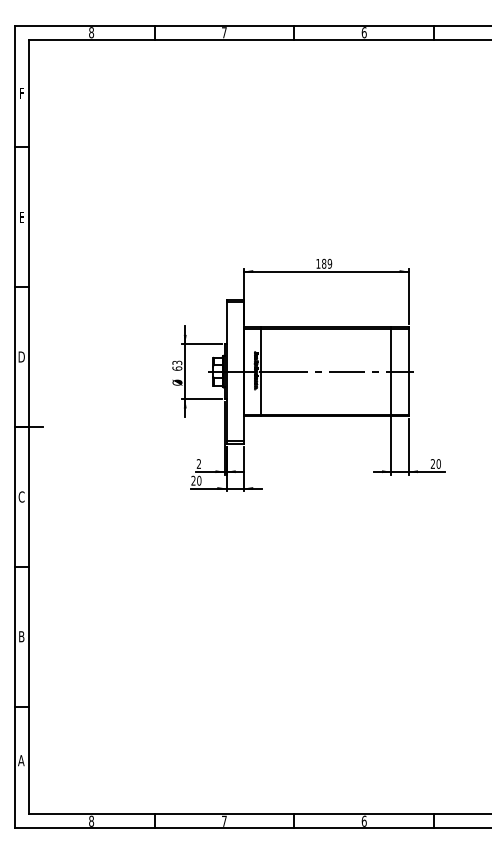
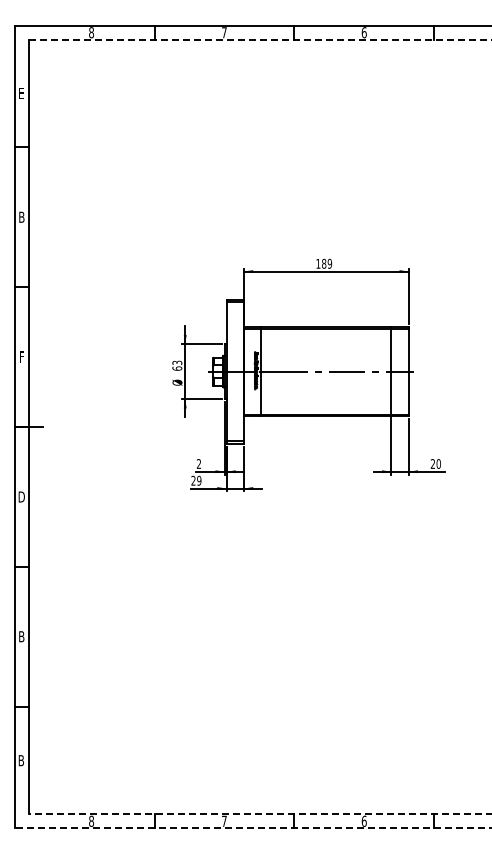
line at (260, 39): solid -> dashed
text at (21, 93): F -> E
text at (21, 216): E -> B
text at (21, 356): D -> F
text at (199, 480): 20 -> 29
text at (21, 496): C -> D
text at (21, 760): A -> B
line at (259, 814): solid -> dashed
line at (252, 828): solid -> dashed
